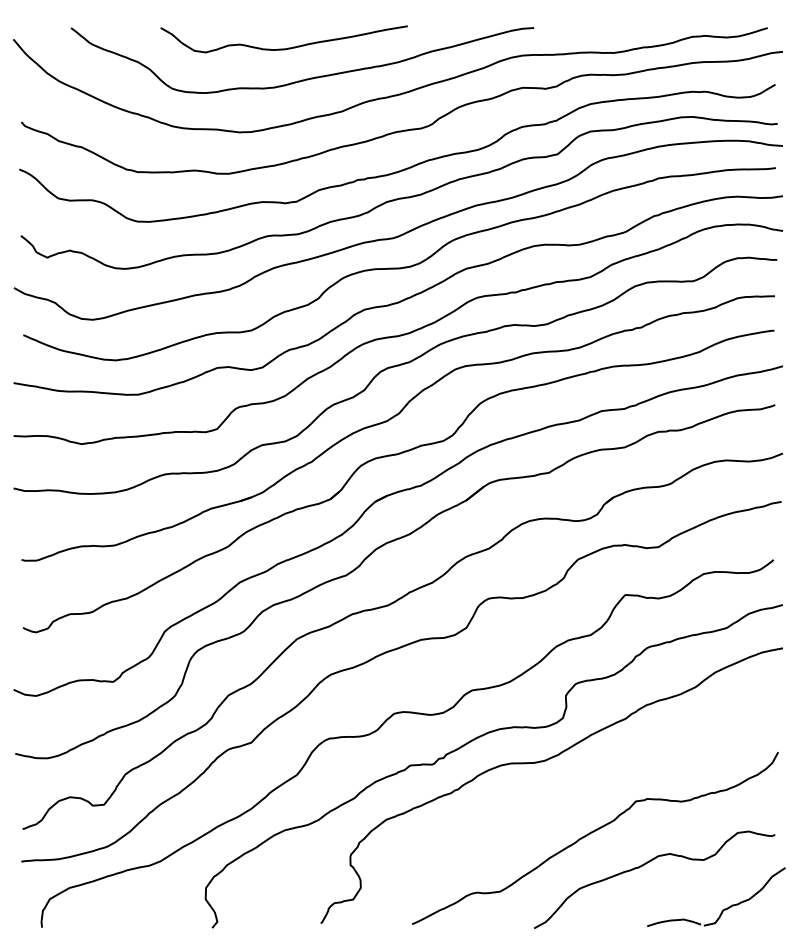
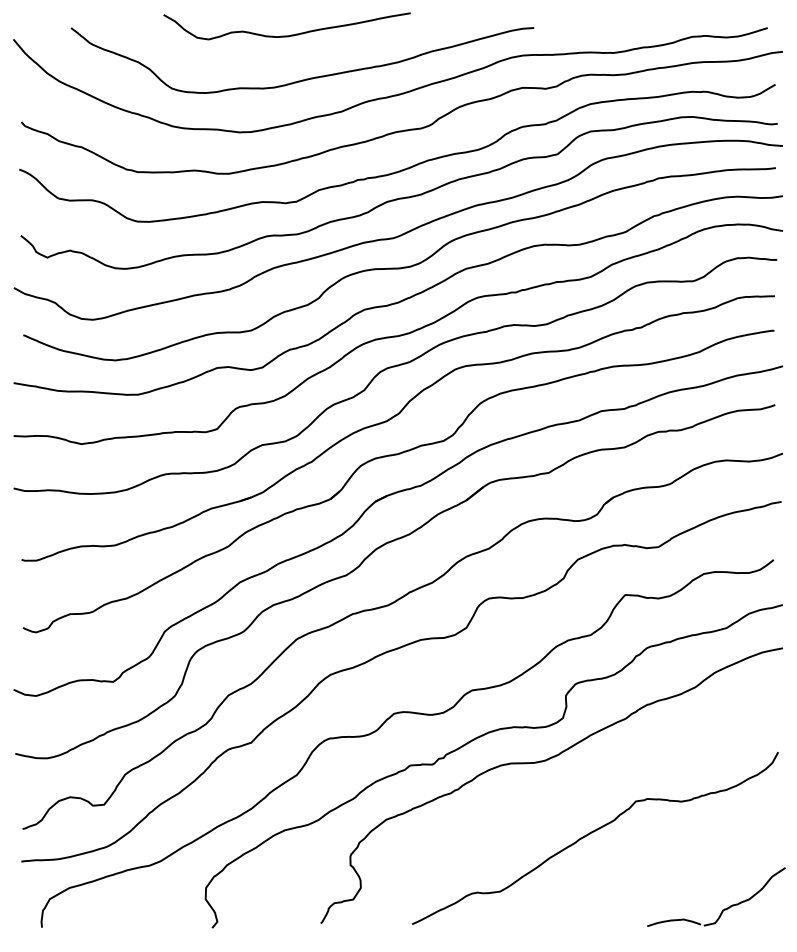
curve at (283, 48) position: (283, 48) -> (286, 35)
curve at (646, 864): present -> none
